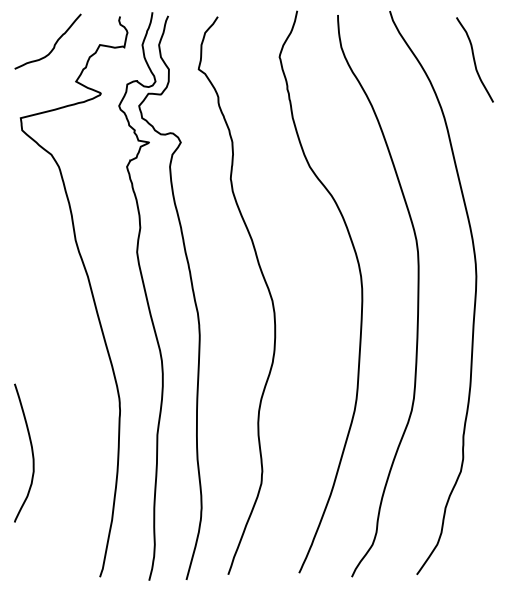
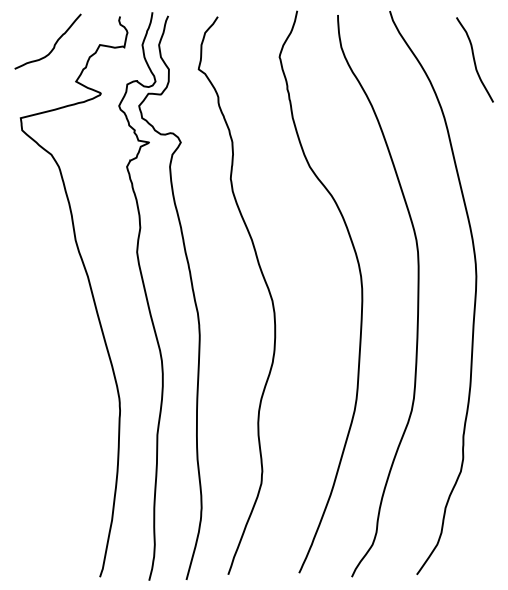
curve at (31, 452): present -> none
